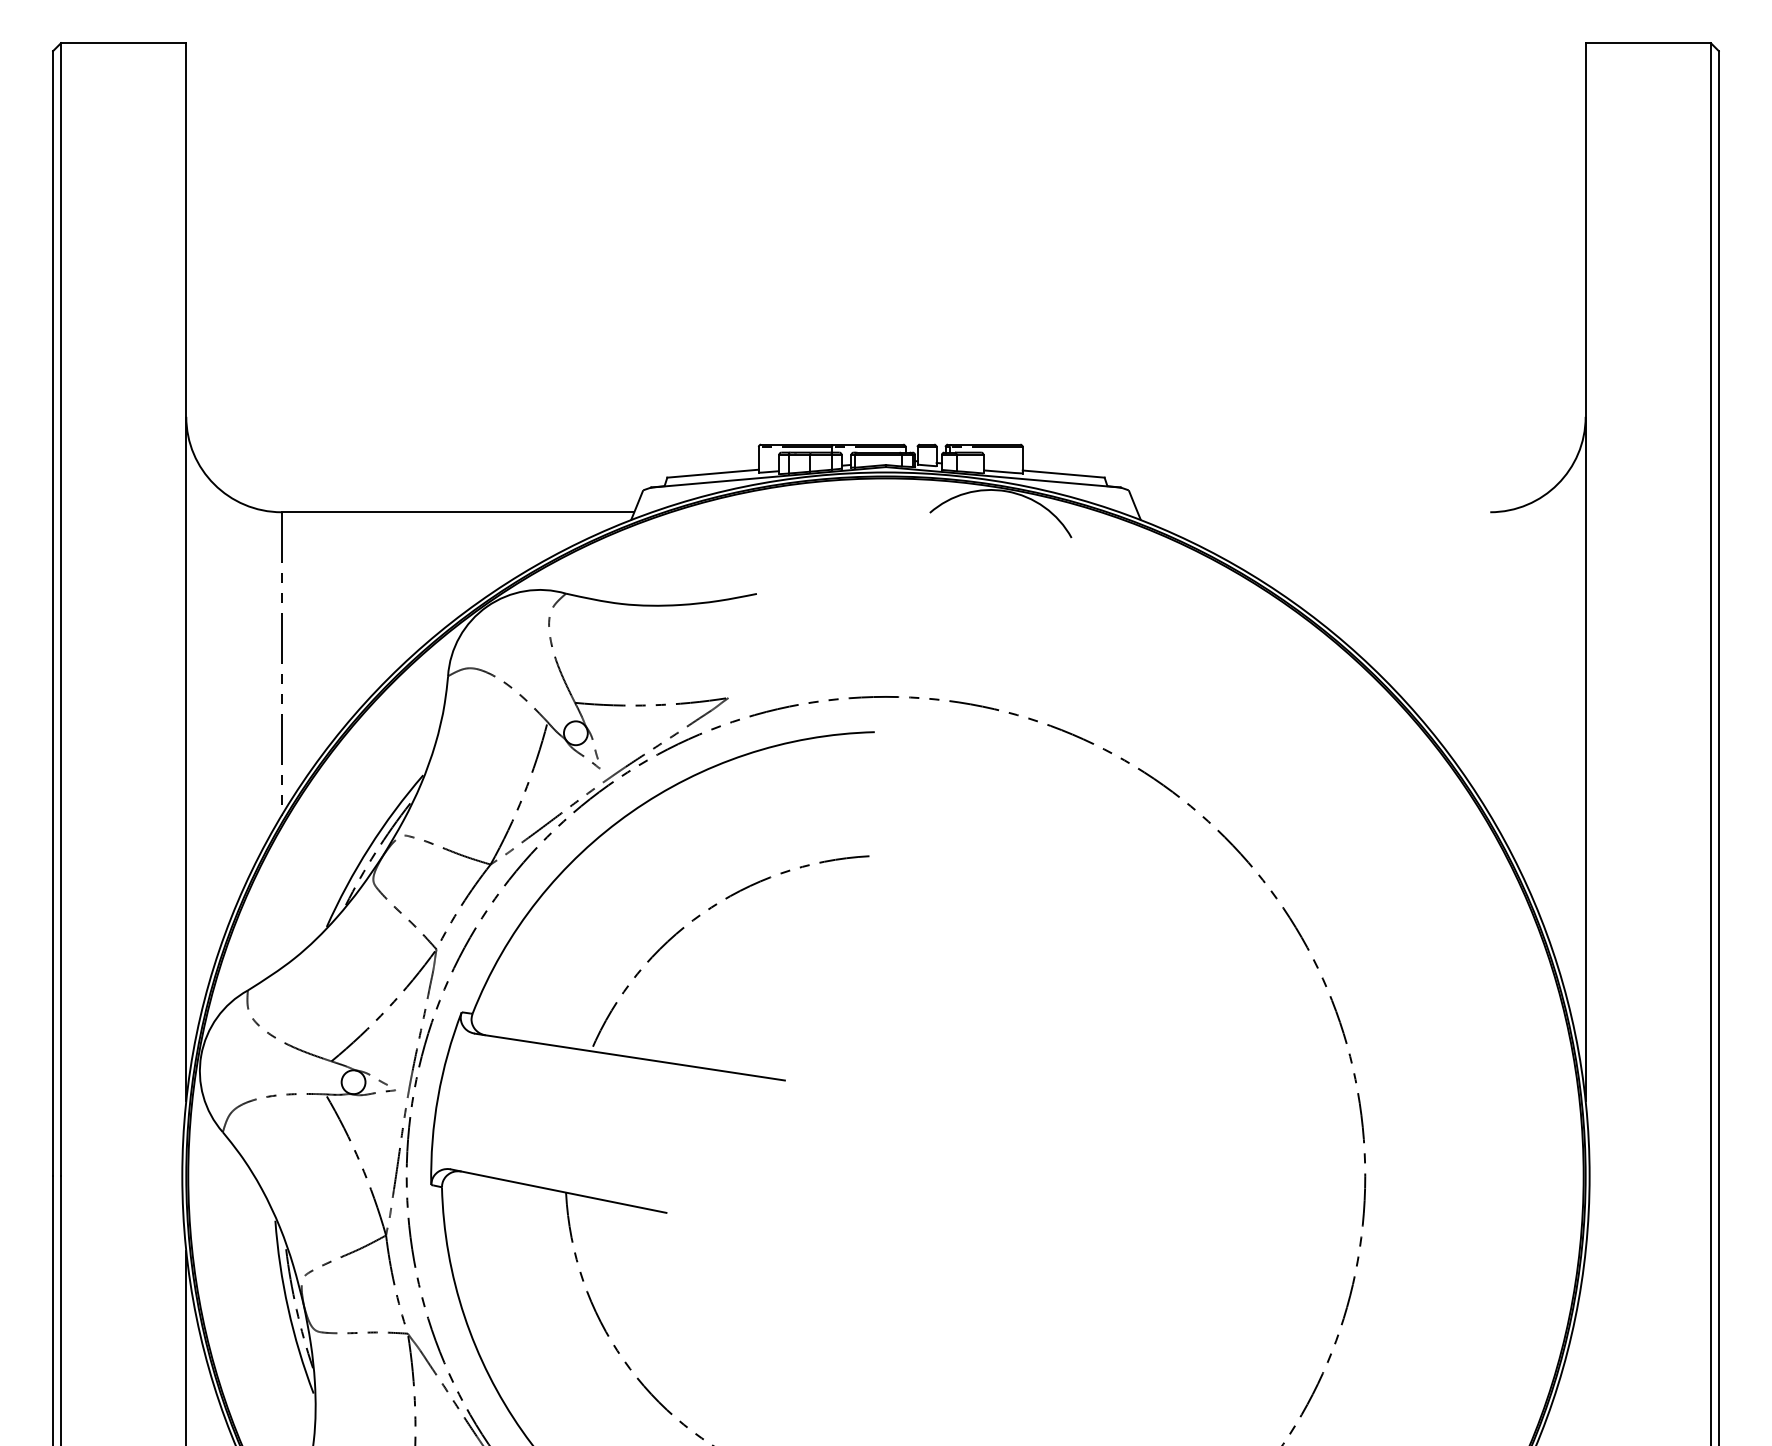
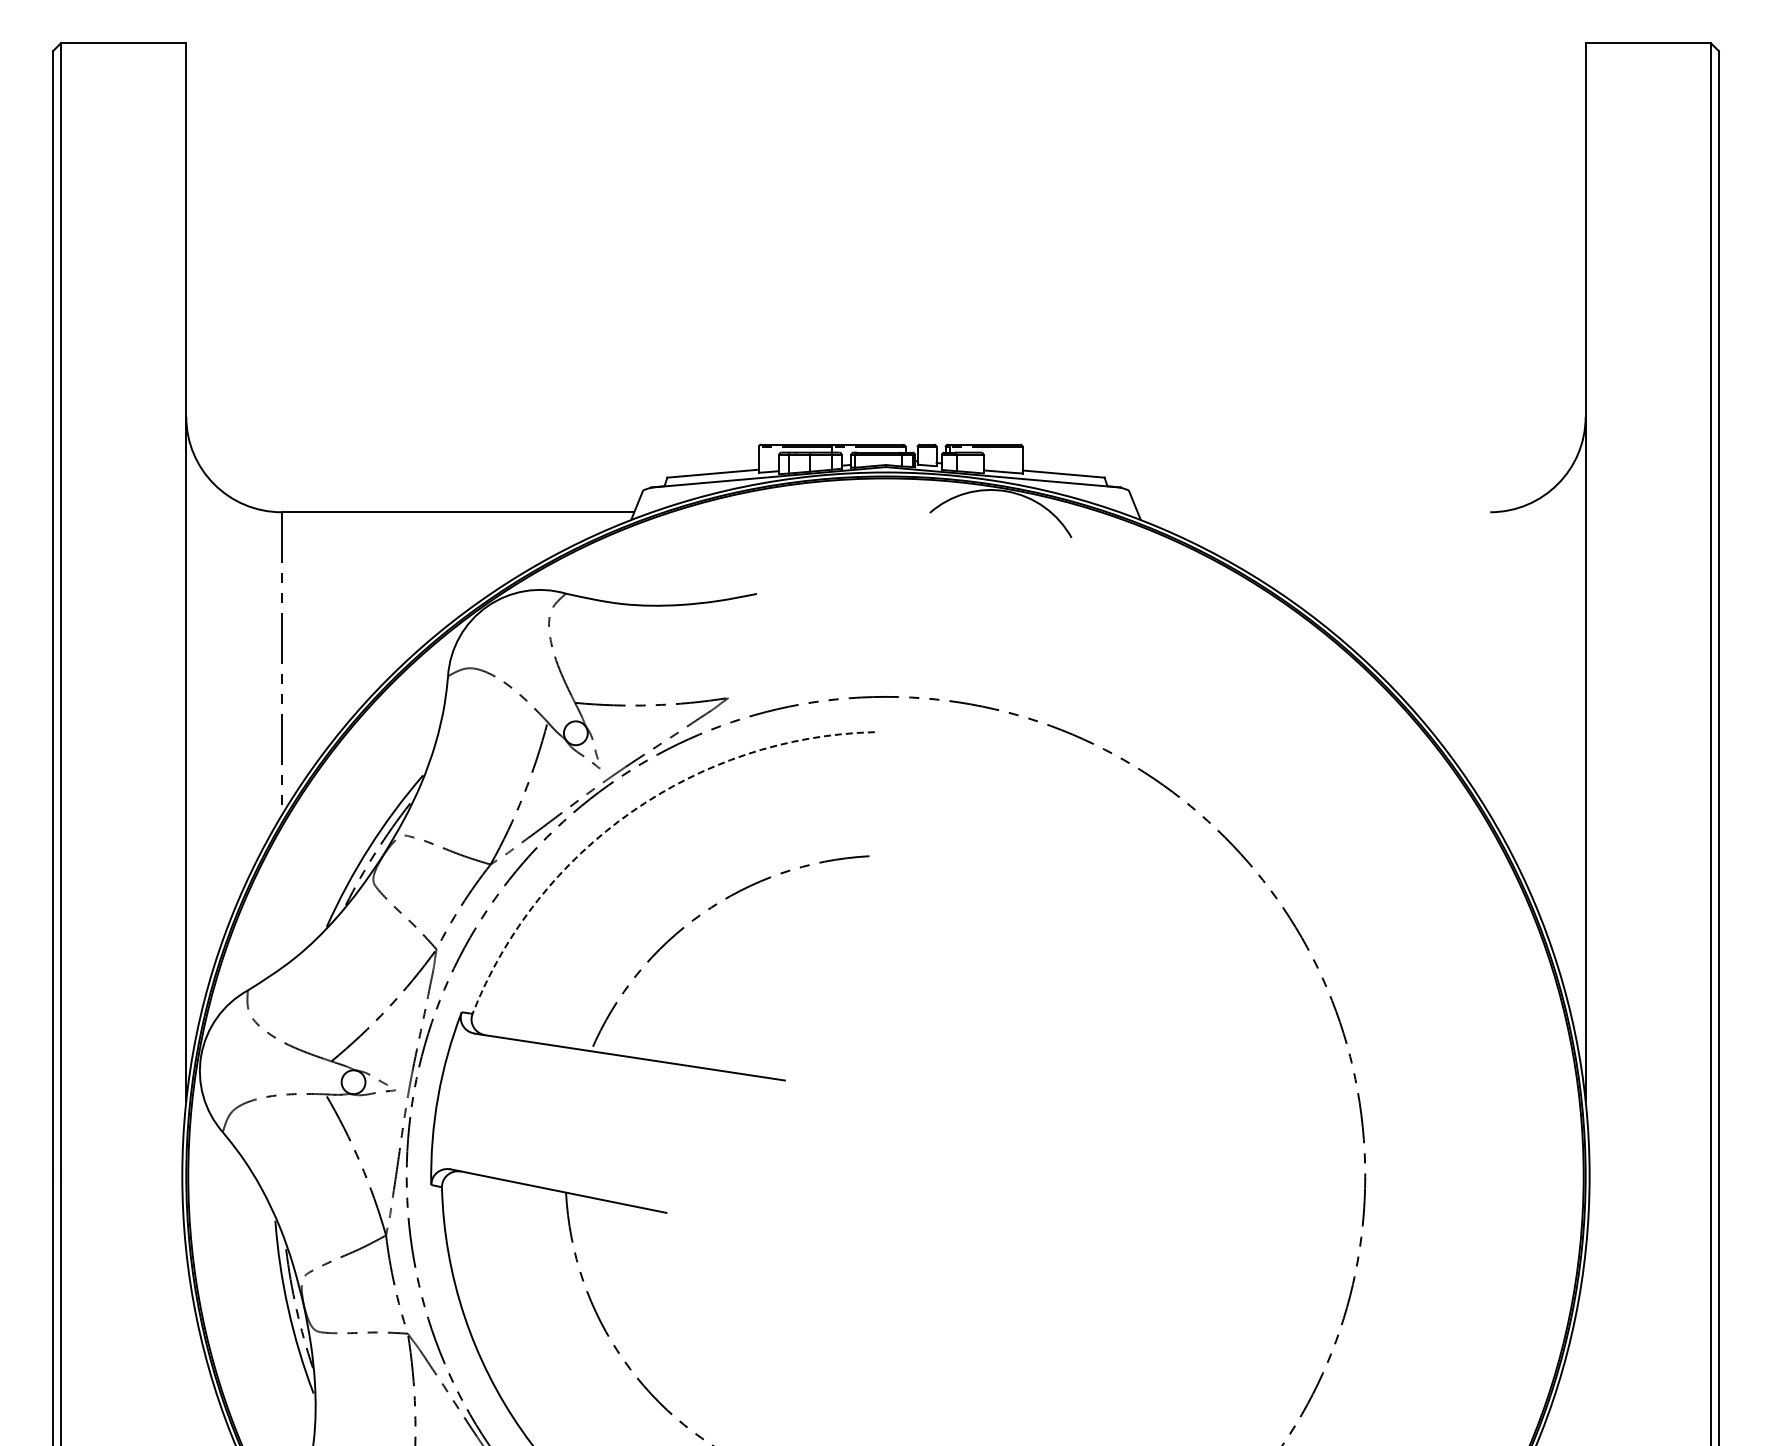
arc at (631, 812): solid -> dashed
line at (186, 1346): present -> none
